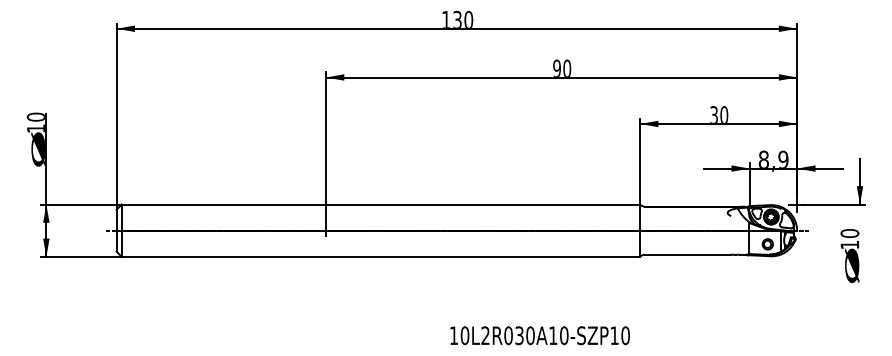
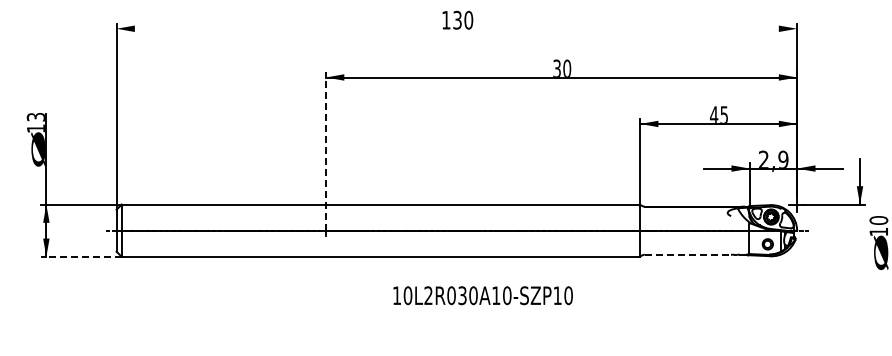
line at (456, 28): present -> none
text at (556, 67): 90 -> 30
text at (718, 114): 30 -> 45
text at (35, 116): 10 -> 13
line at (325, 150): solid -> dashed
text at (763, 158): 8,9 -> 2,9
line at (688, 254): solid -> dashed
line at (80, 256): solid -> dashed
text at (849, 256) position: (849, 256) -> (878, 243)
text at (539, 335) position: (539, 335) -> (482, 295)
